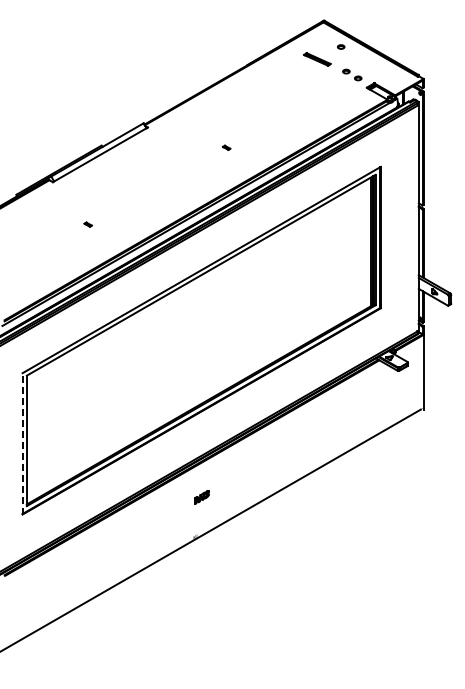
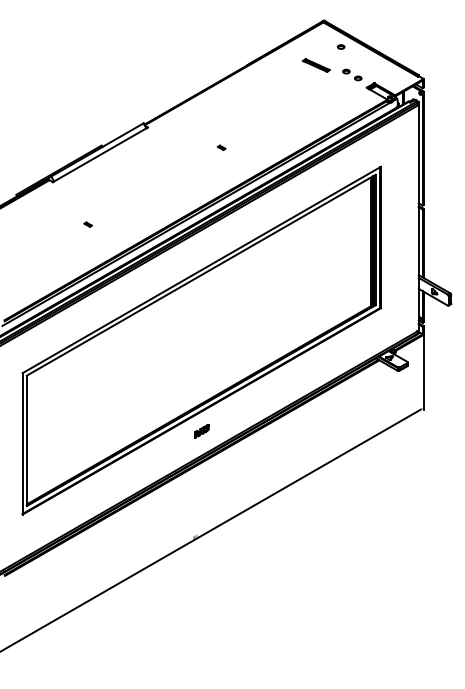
part at (317, 59) position: (317, 59) -> (316, 65)
part at (226, 147) position: (226, 147) -> (221, 147)
line at (22, 443): dashed -> solid
part at (201, 497) position: (201, 497) -> (201, 431)
